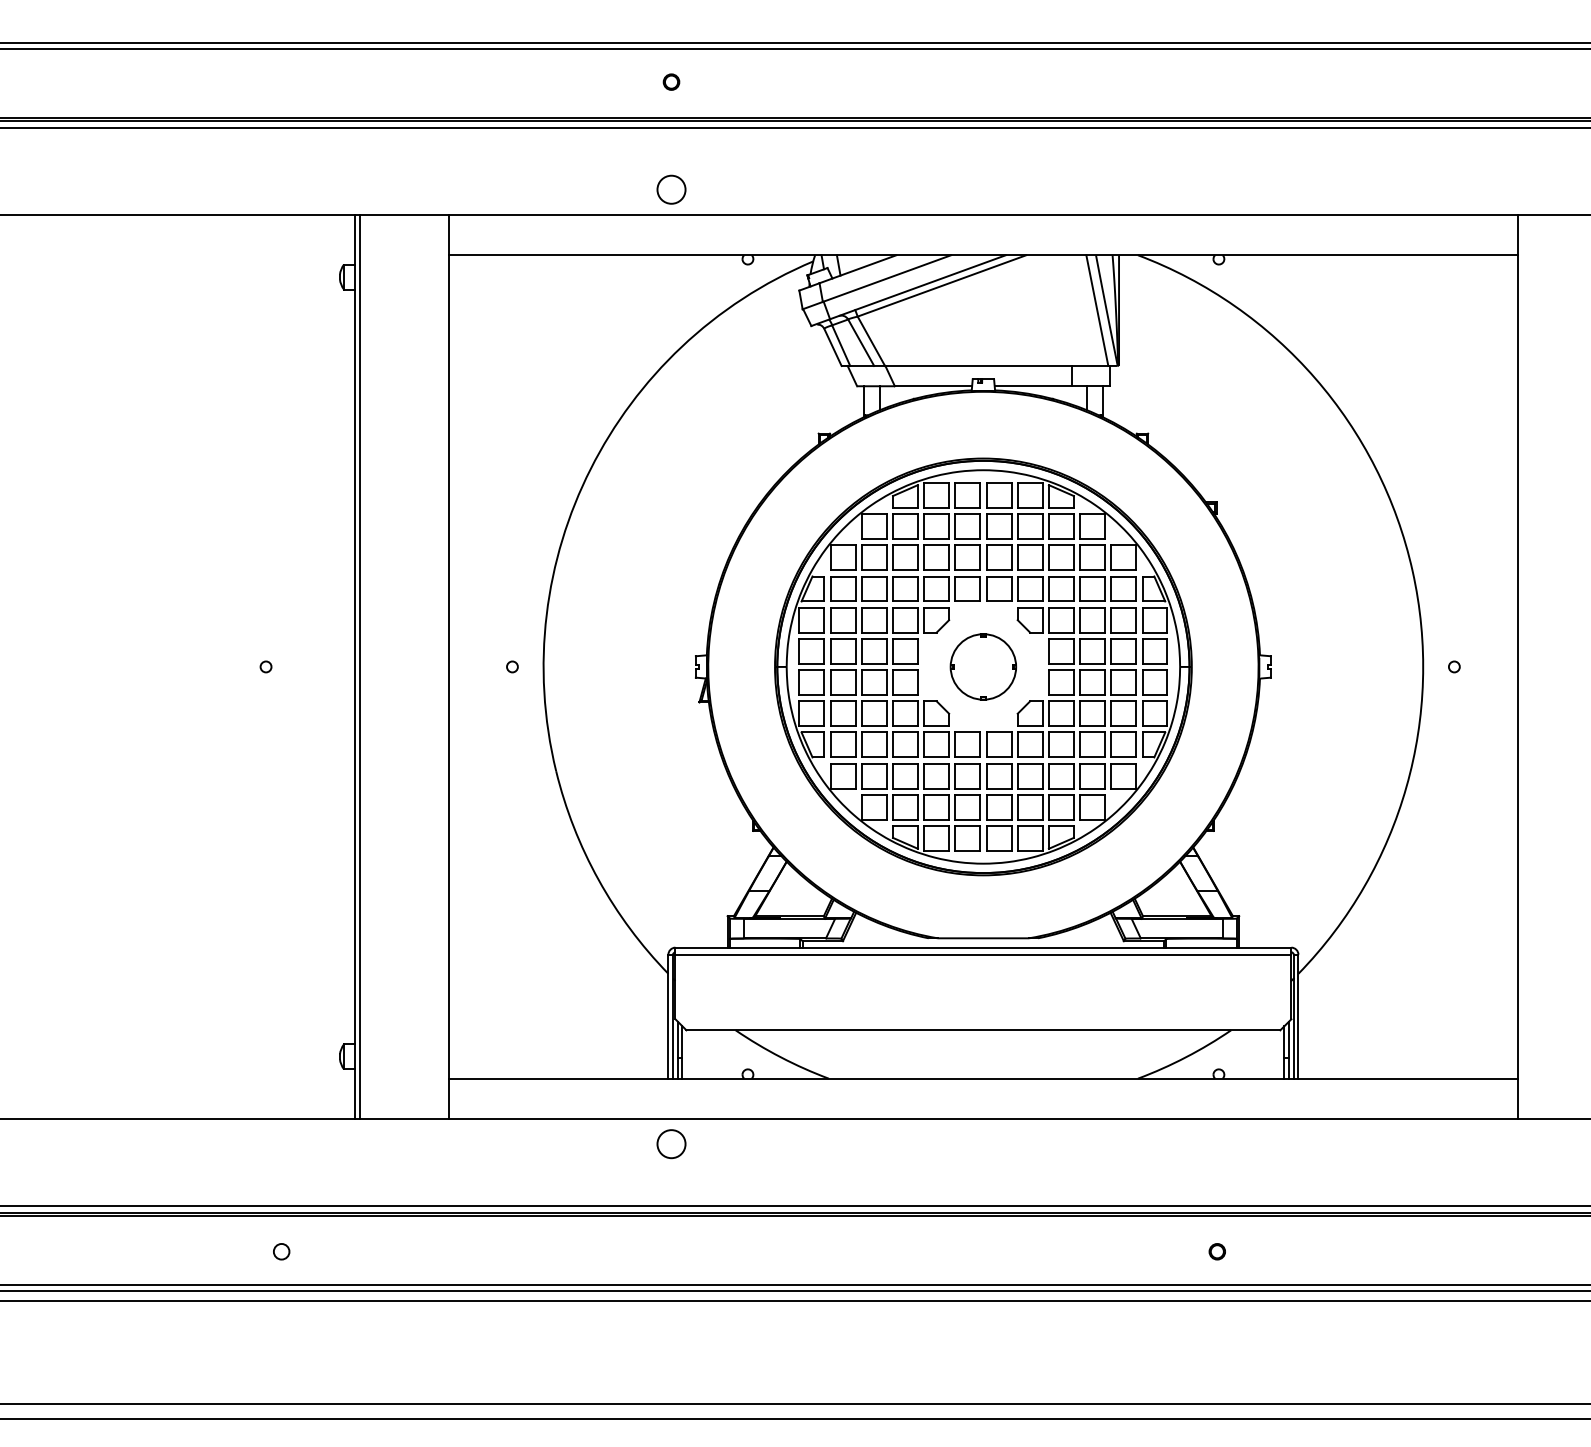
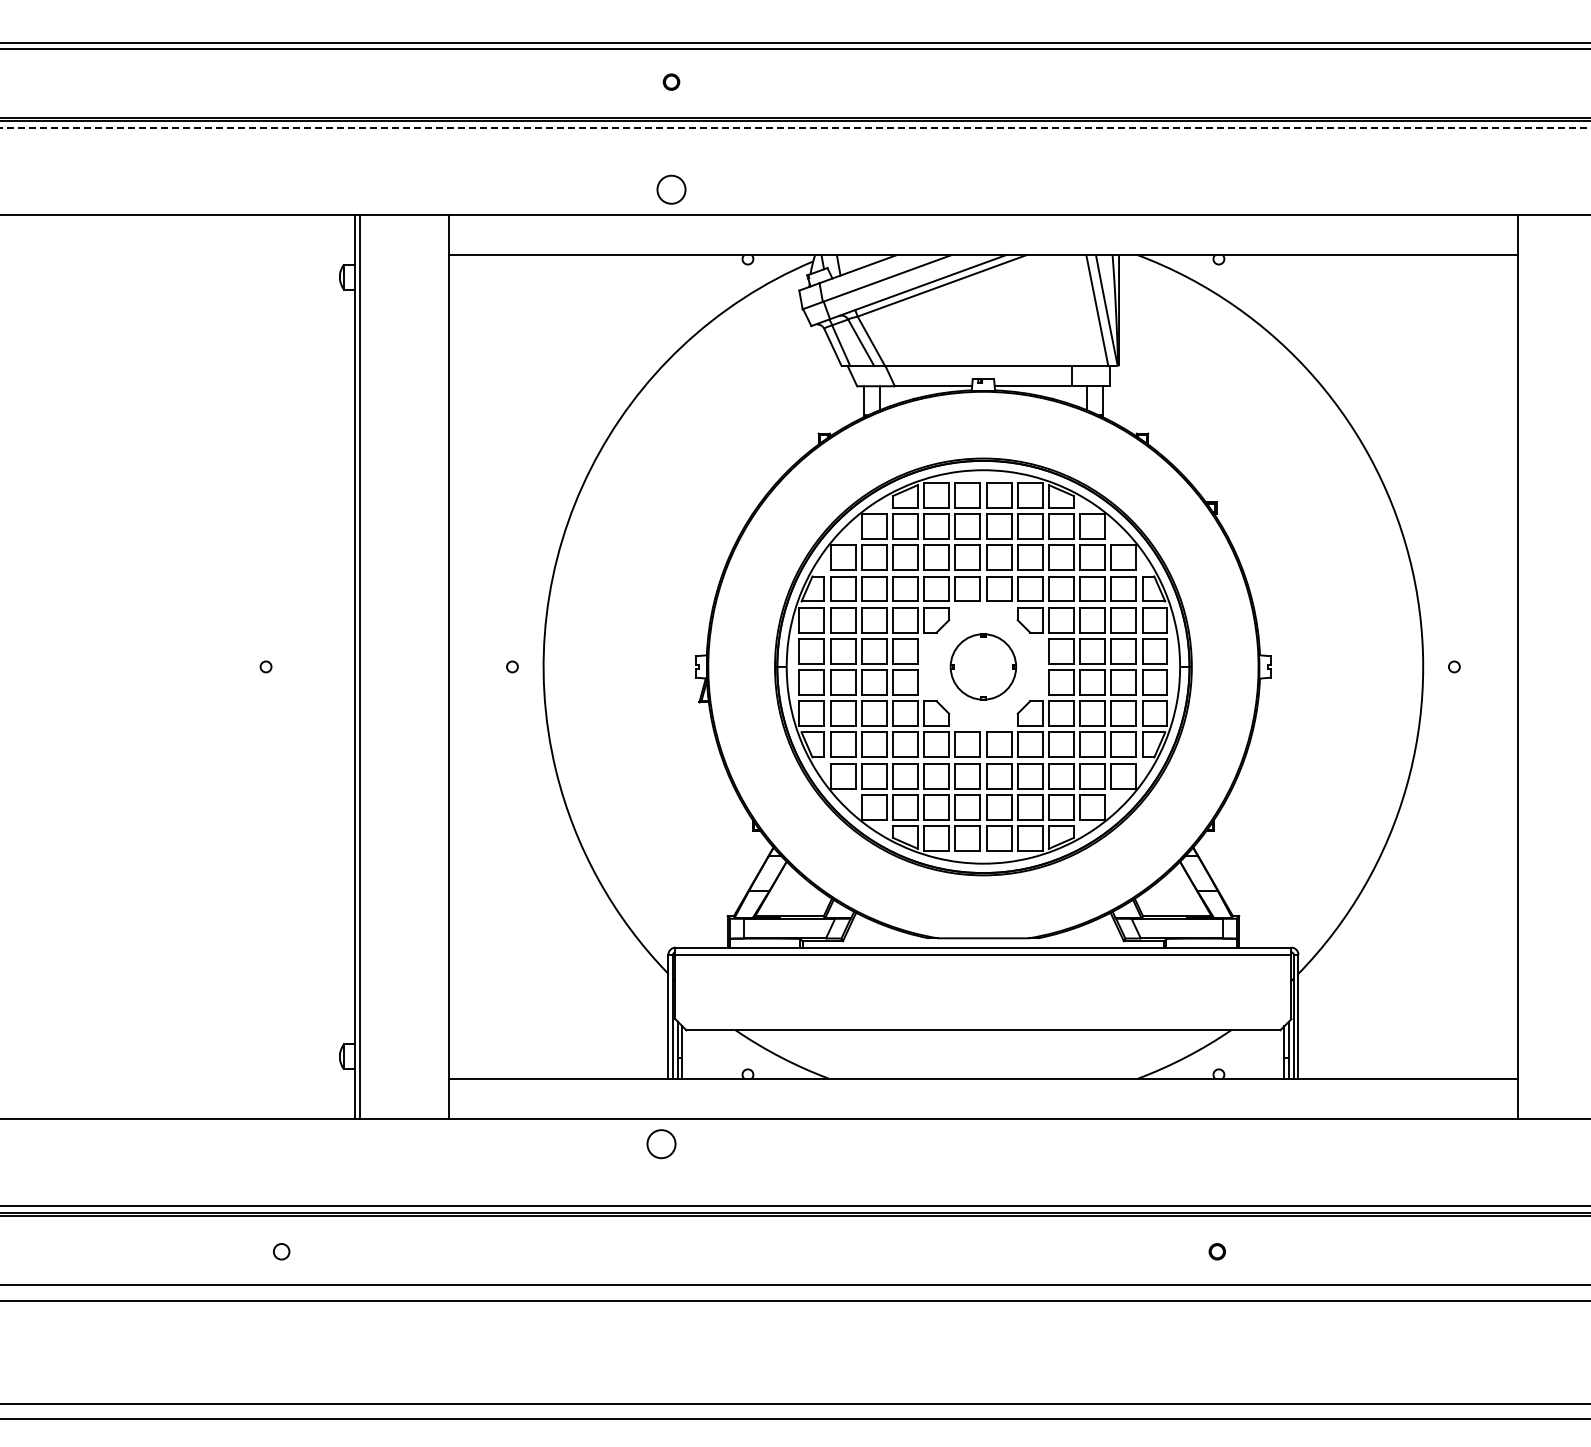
line at (795, 128): solid -> dashed
circle at (671, 1144) position: (671, 1144) -> (661, 1144)
line at (794, 1290): present -> none
